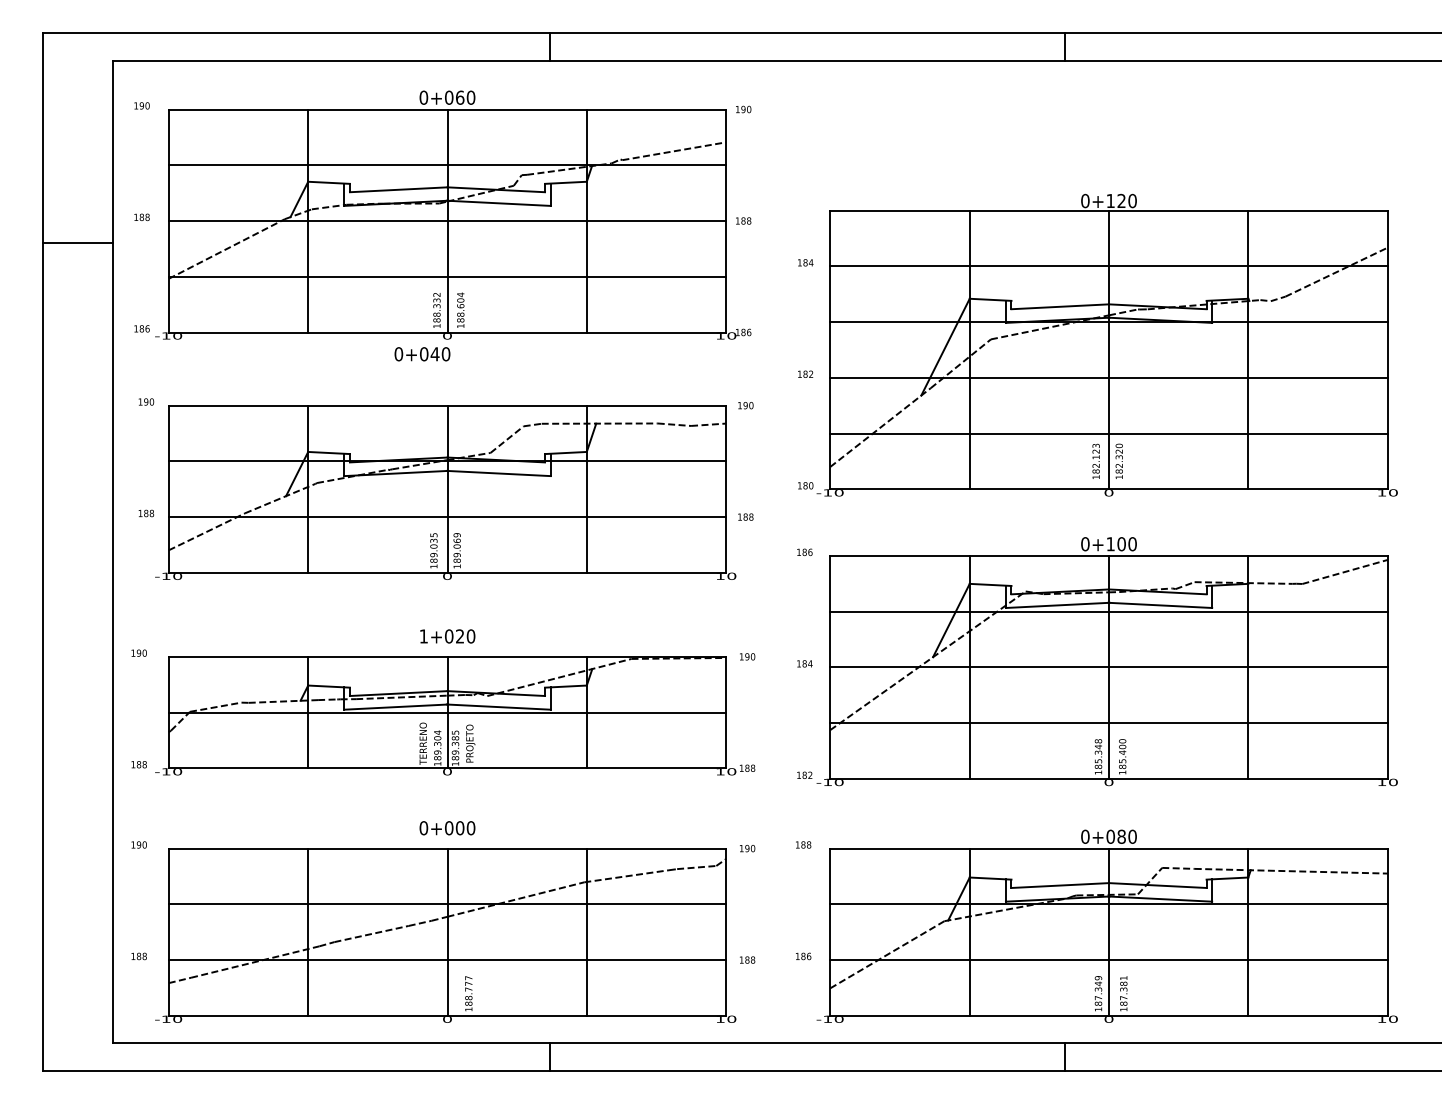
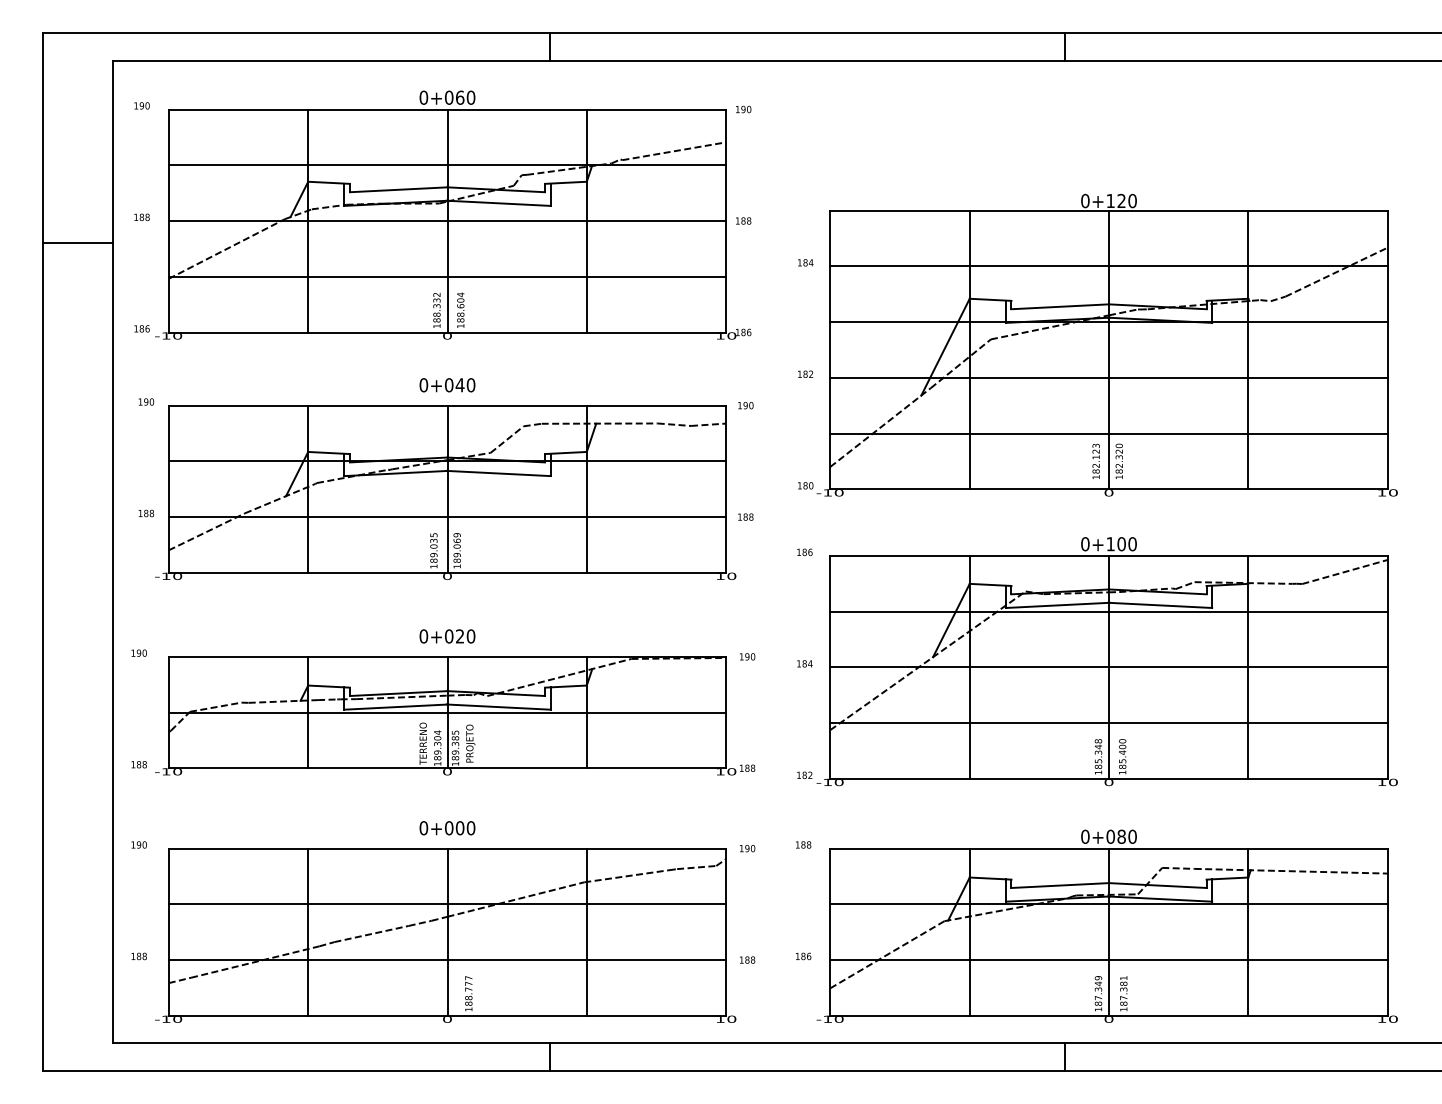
text at (422, 354) position: (422, 354) -> (447, 385)
text at (423, 636): 1+020 -> 0+020
